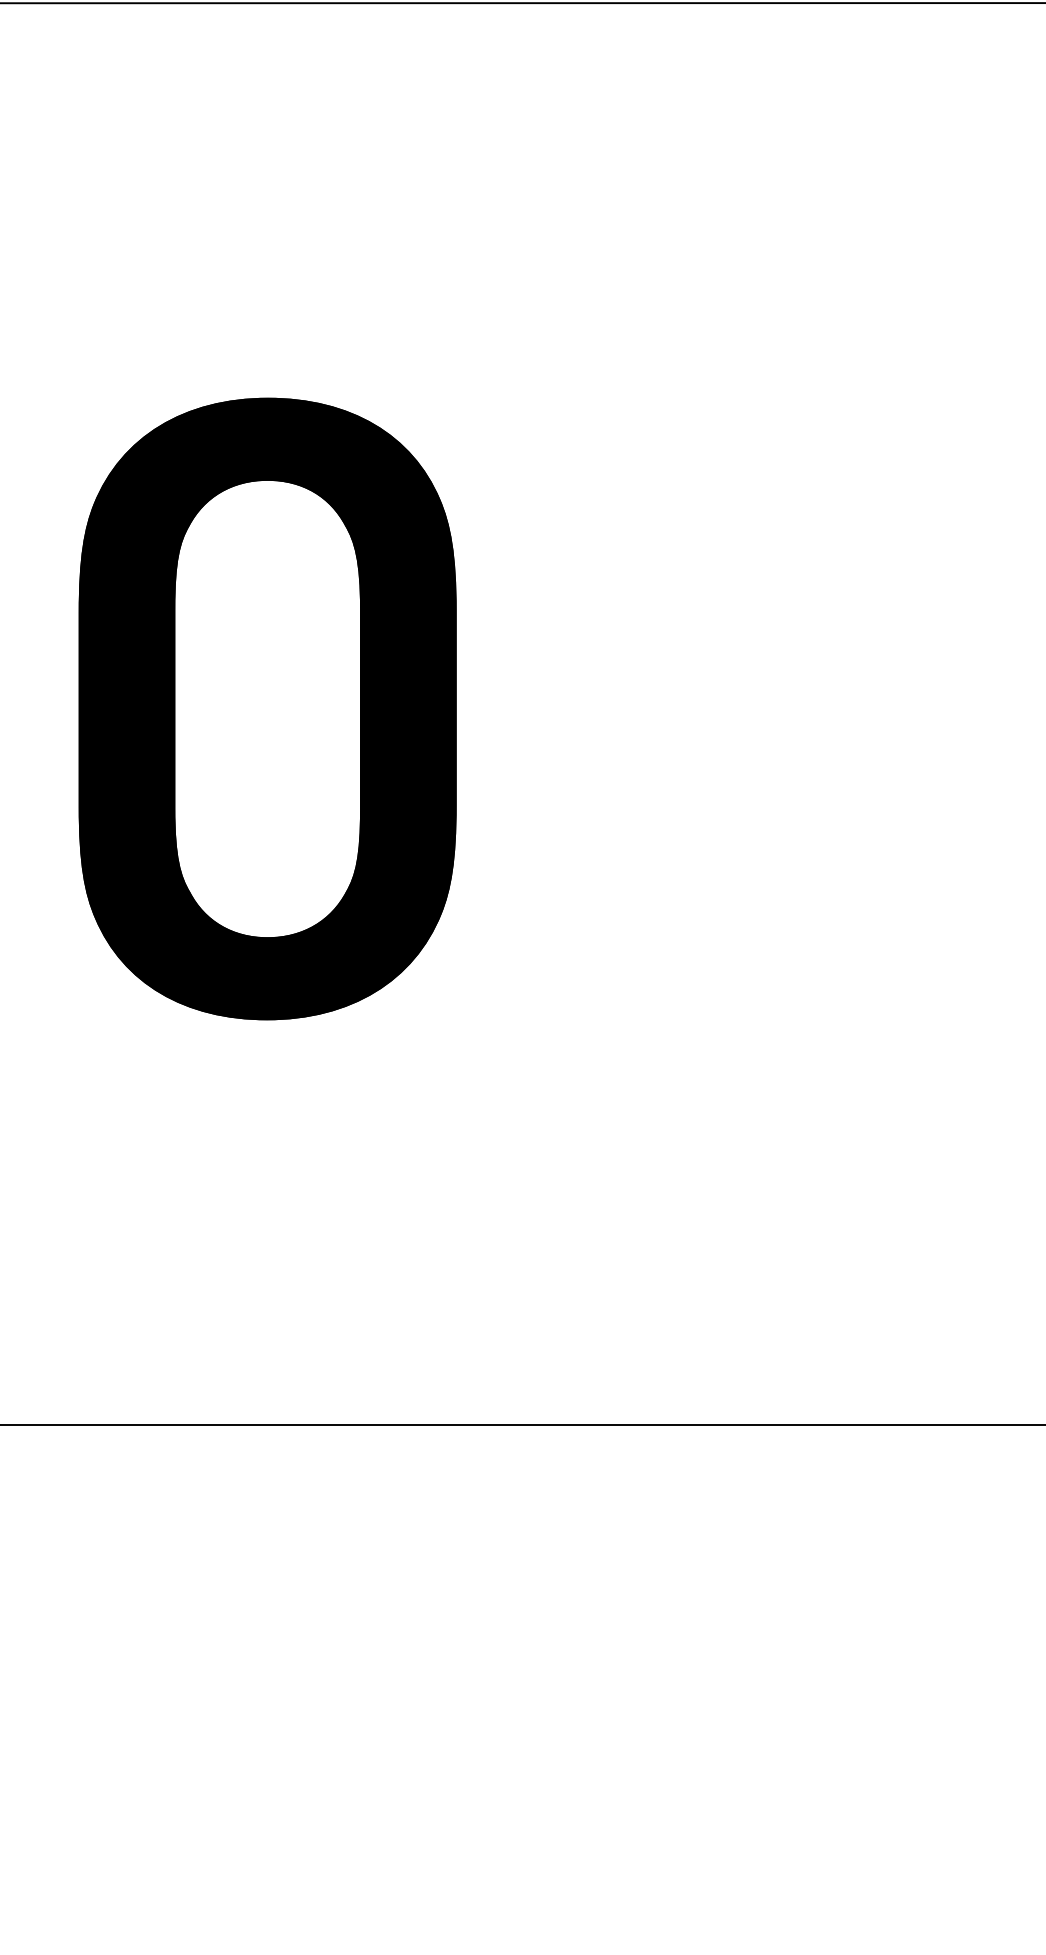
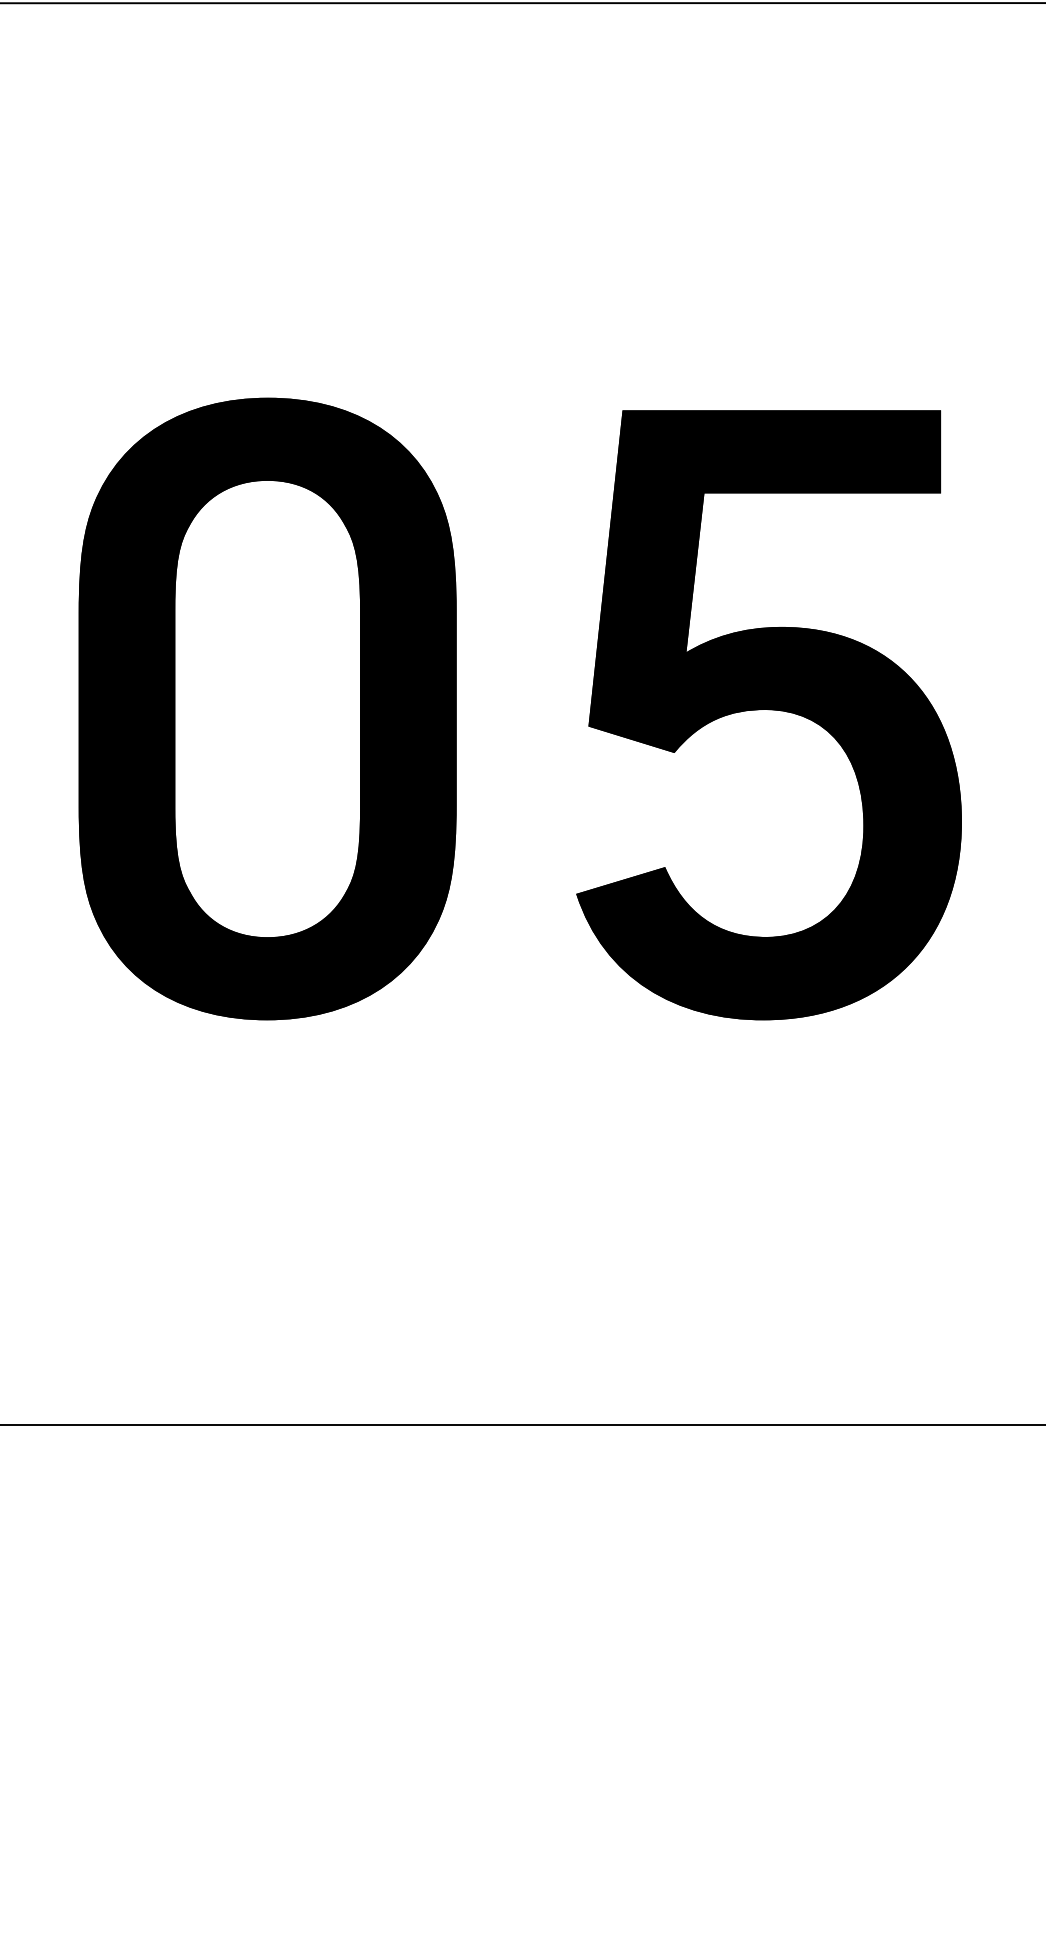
part at (768, 715): none -> present
